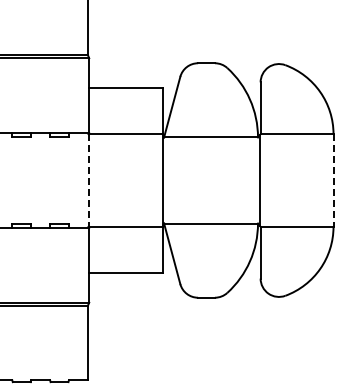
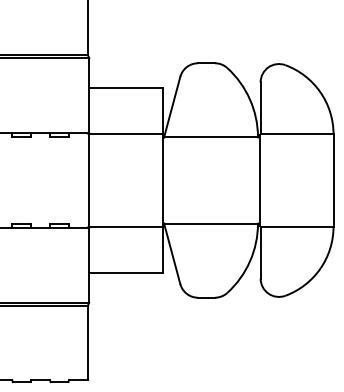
line at (88, 180): dashed -> solid
line at (333, 180): dashed -> solid
